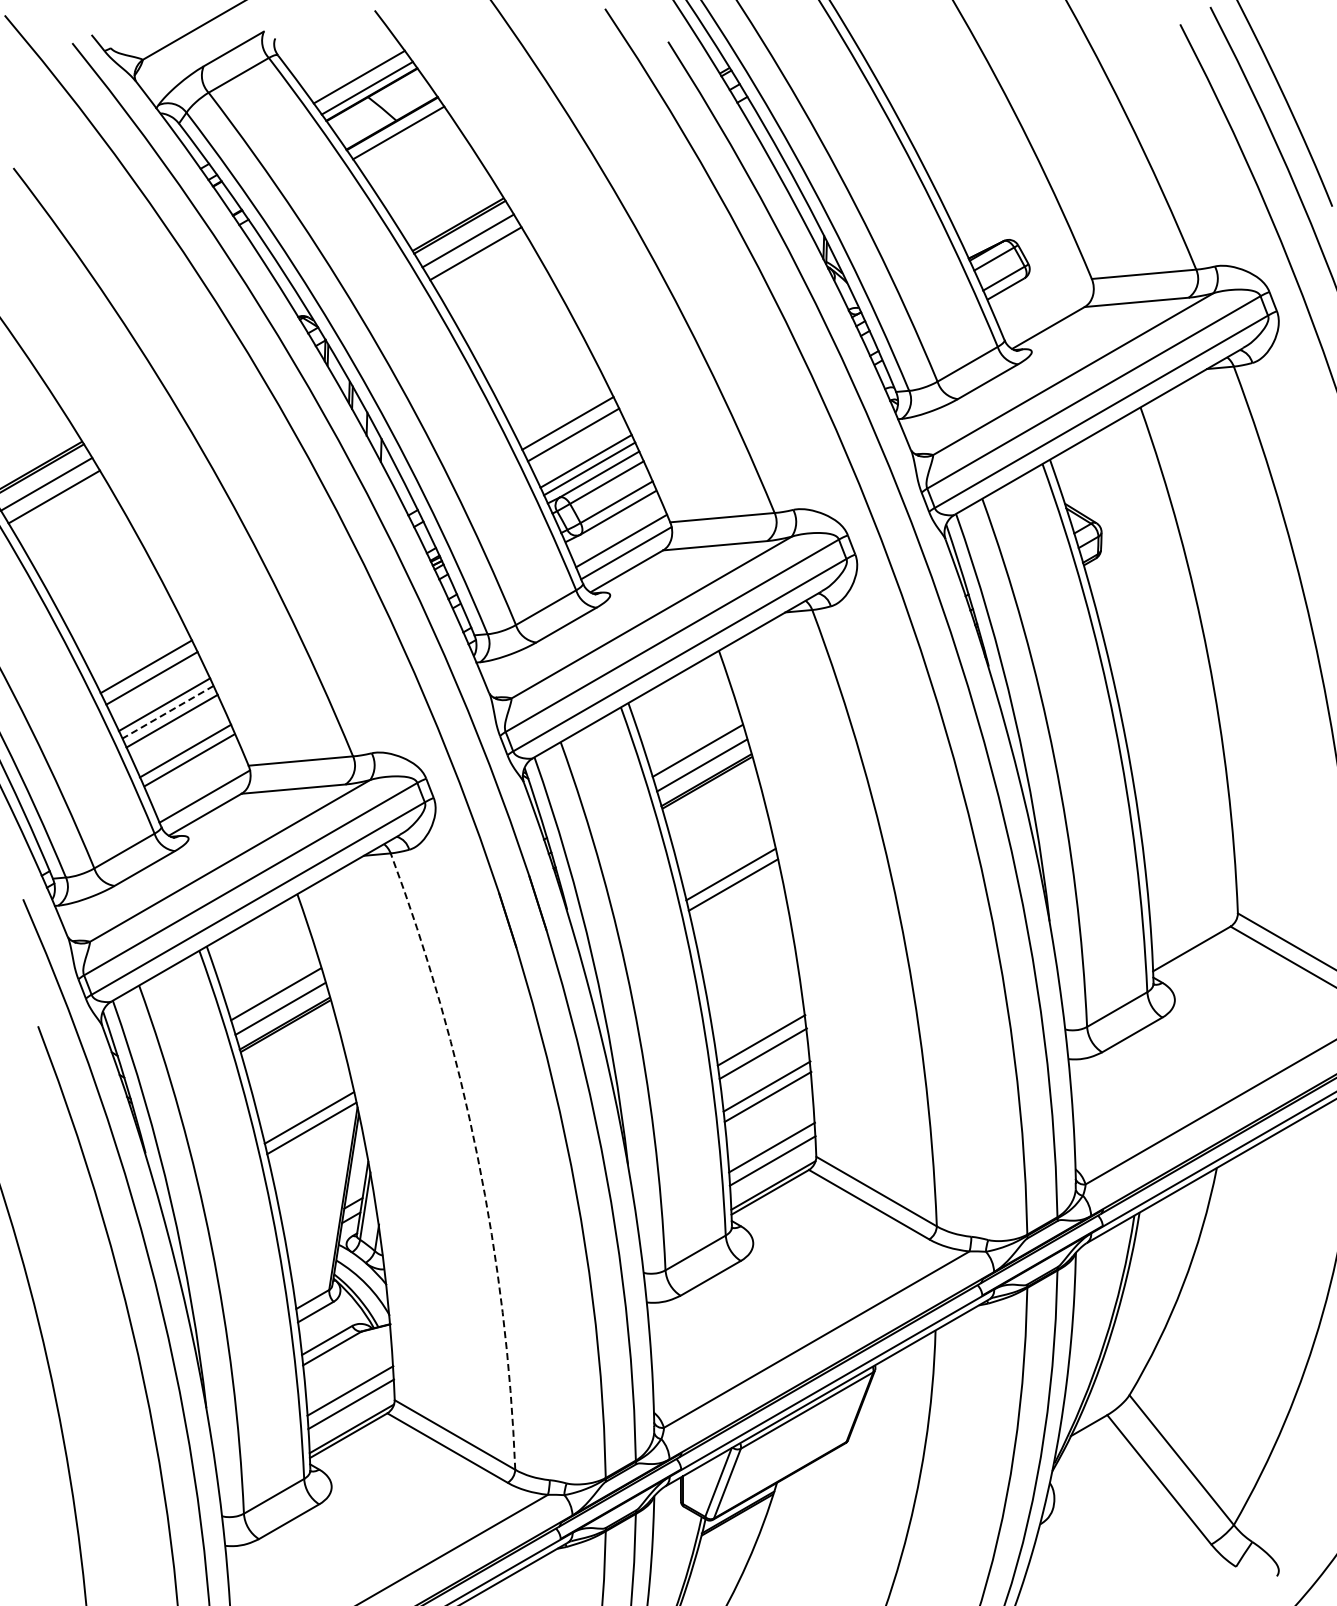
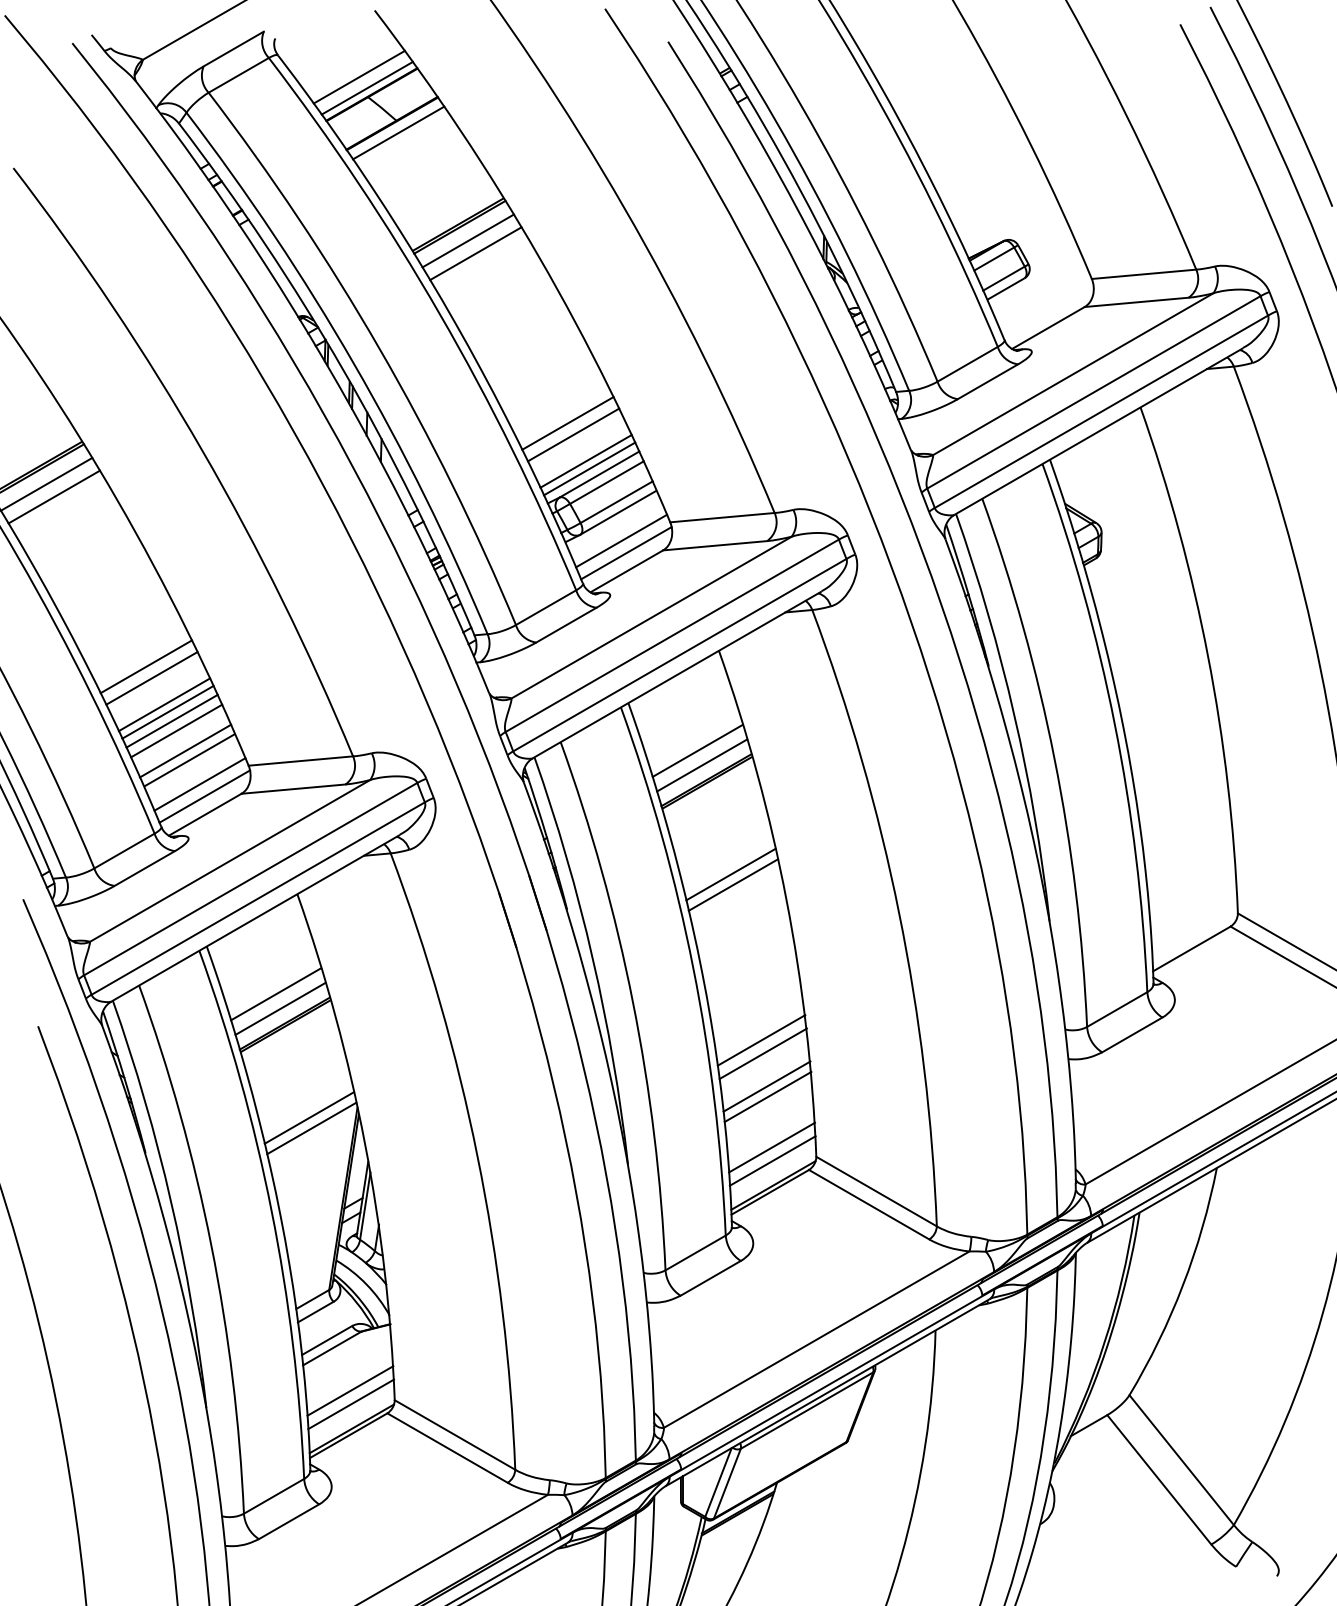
line at (168, 712): dashed -> solid
line at (176, 730): none -> present
line at (199, 784): none -> present
arc at (477, 1156): dashed -> solid
